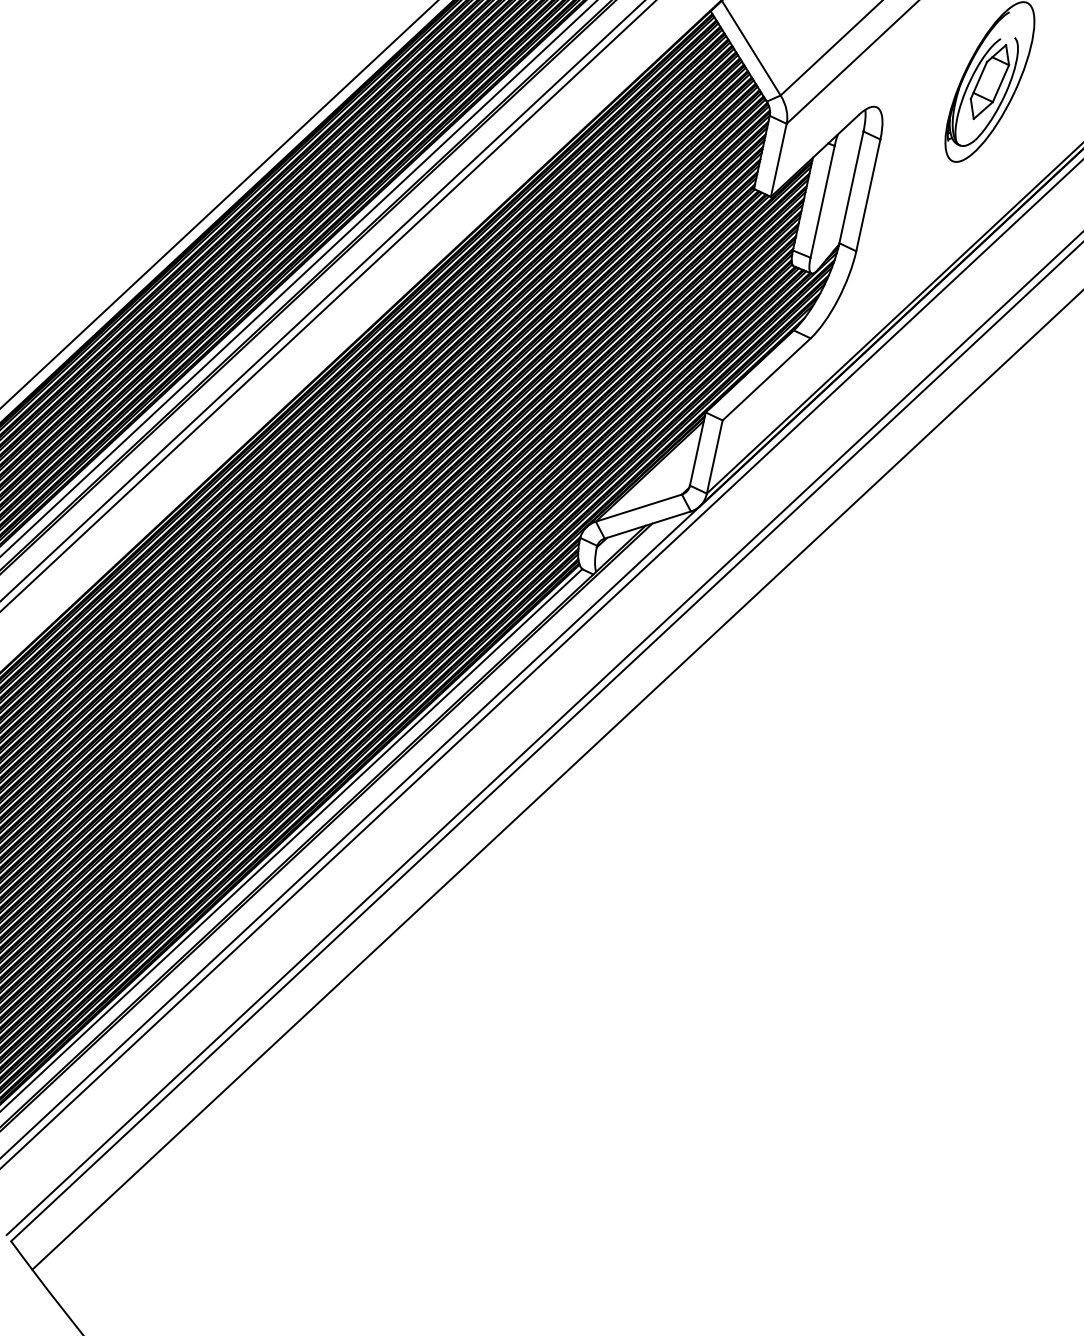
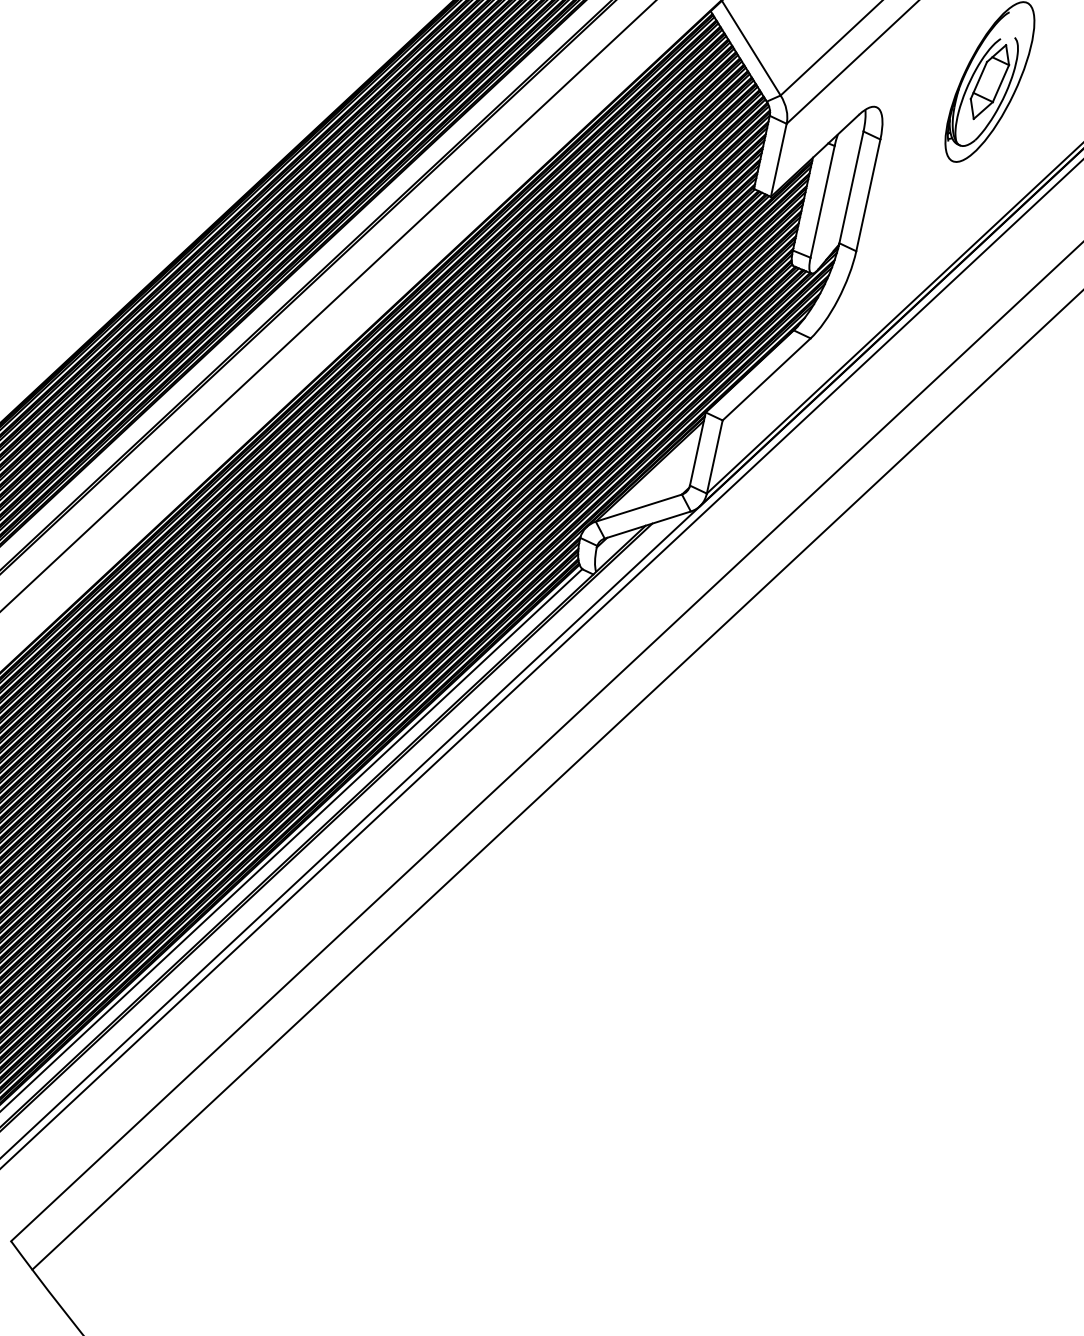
line at (219, 204): present -> none
line at (298, 278): present -> none
line at (322, 300): present -> none
line at (543, 734): present -> none
